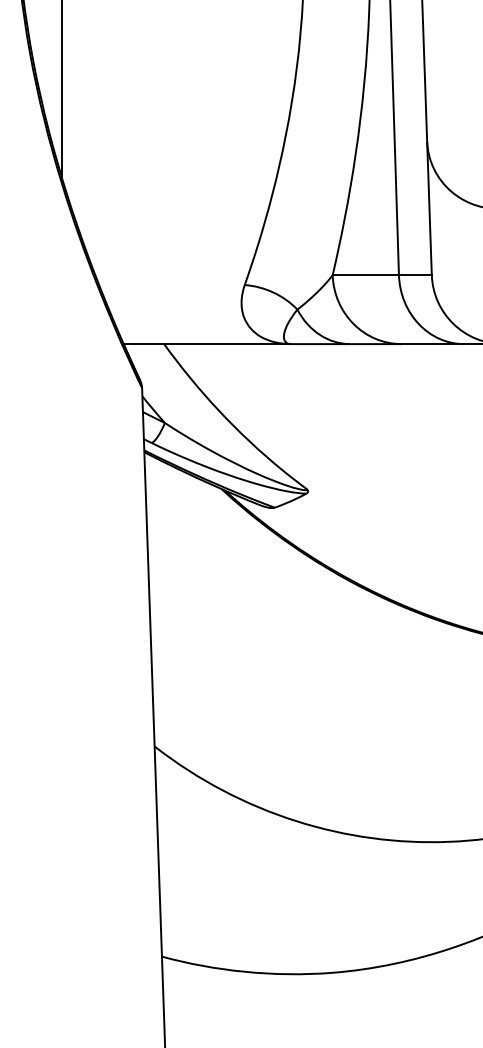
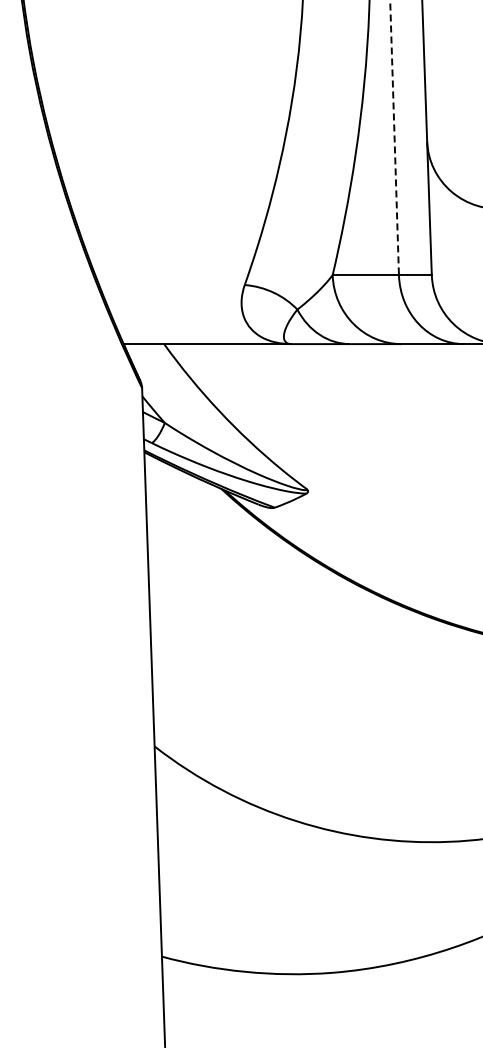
line at (62, 90): present -> none
line at (394, 138): solid -> dashed
